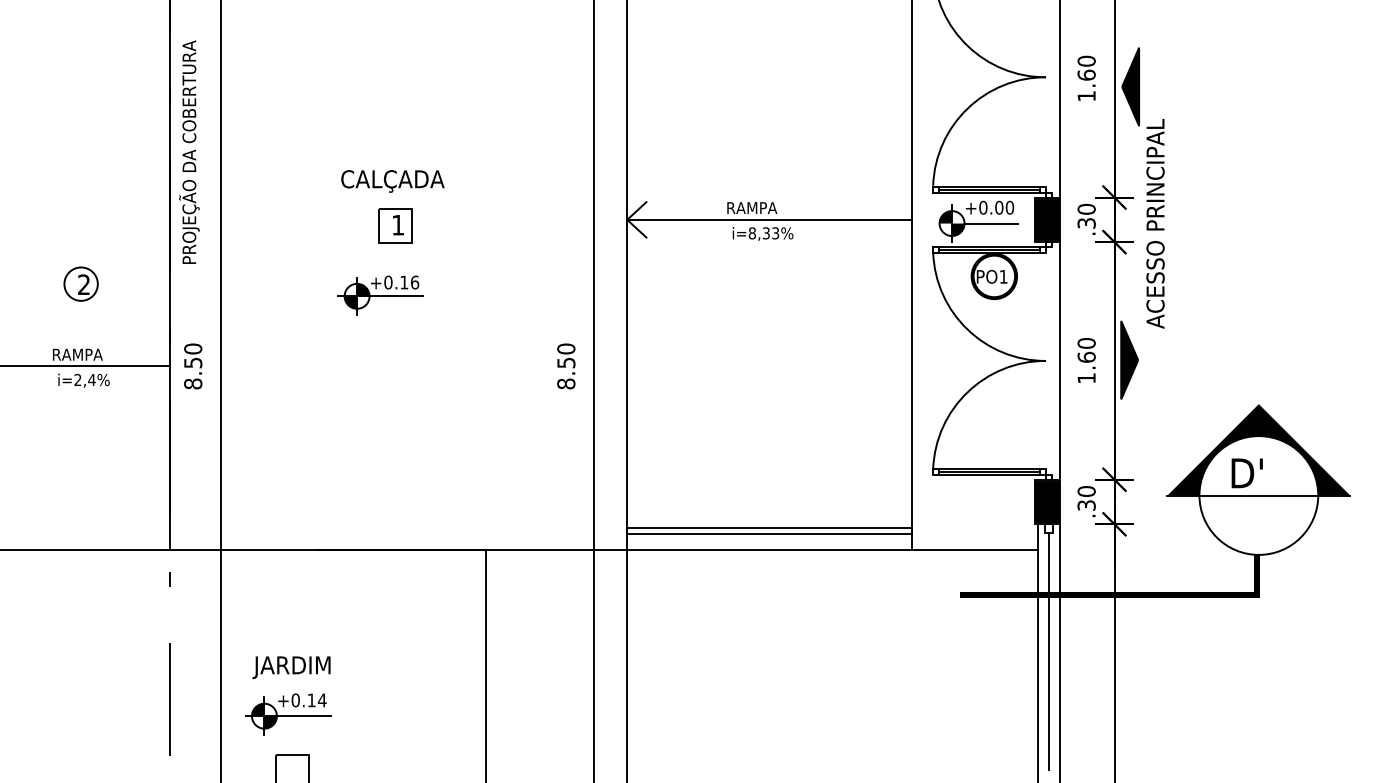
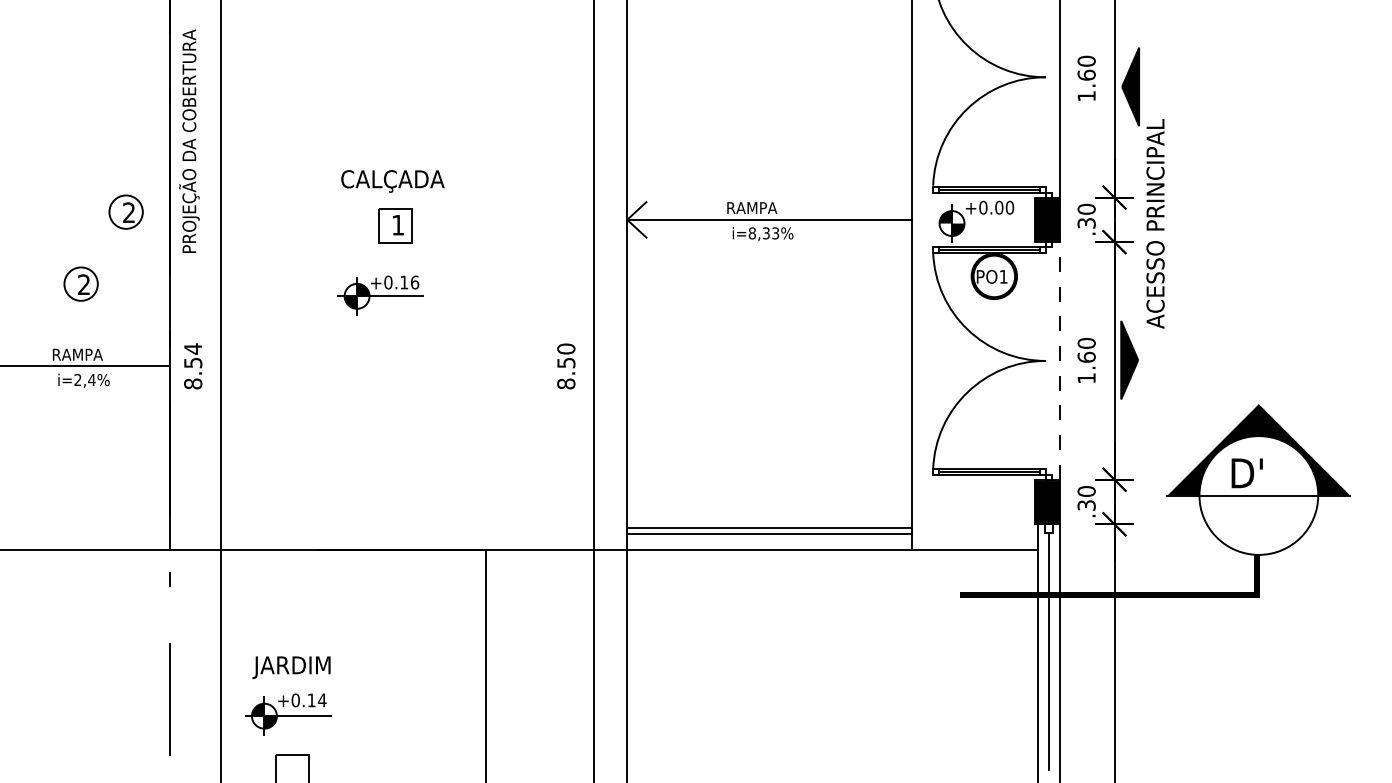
text at (189, 151) position: (189, 151) -> (189, 140)
part at (125, 211): none -> present
line at (991, 223): present -> none
text at (193, 348): 8.50 -> 8.54
line at (1060, 358): solid -> dashed
